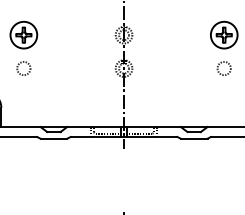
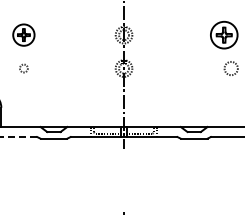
part at (23, 34) size: 30x30 px -> 24x24 px
circle at (23, 68) size: 16x15 px -> 10x11 px
circle at (223, 68) position: (223, 68) -> (230, 68)
line at (18, 137): solid -> dashed
